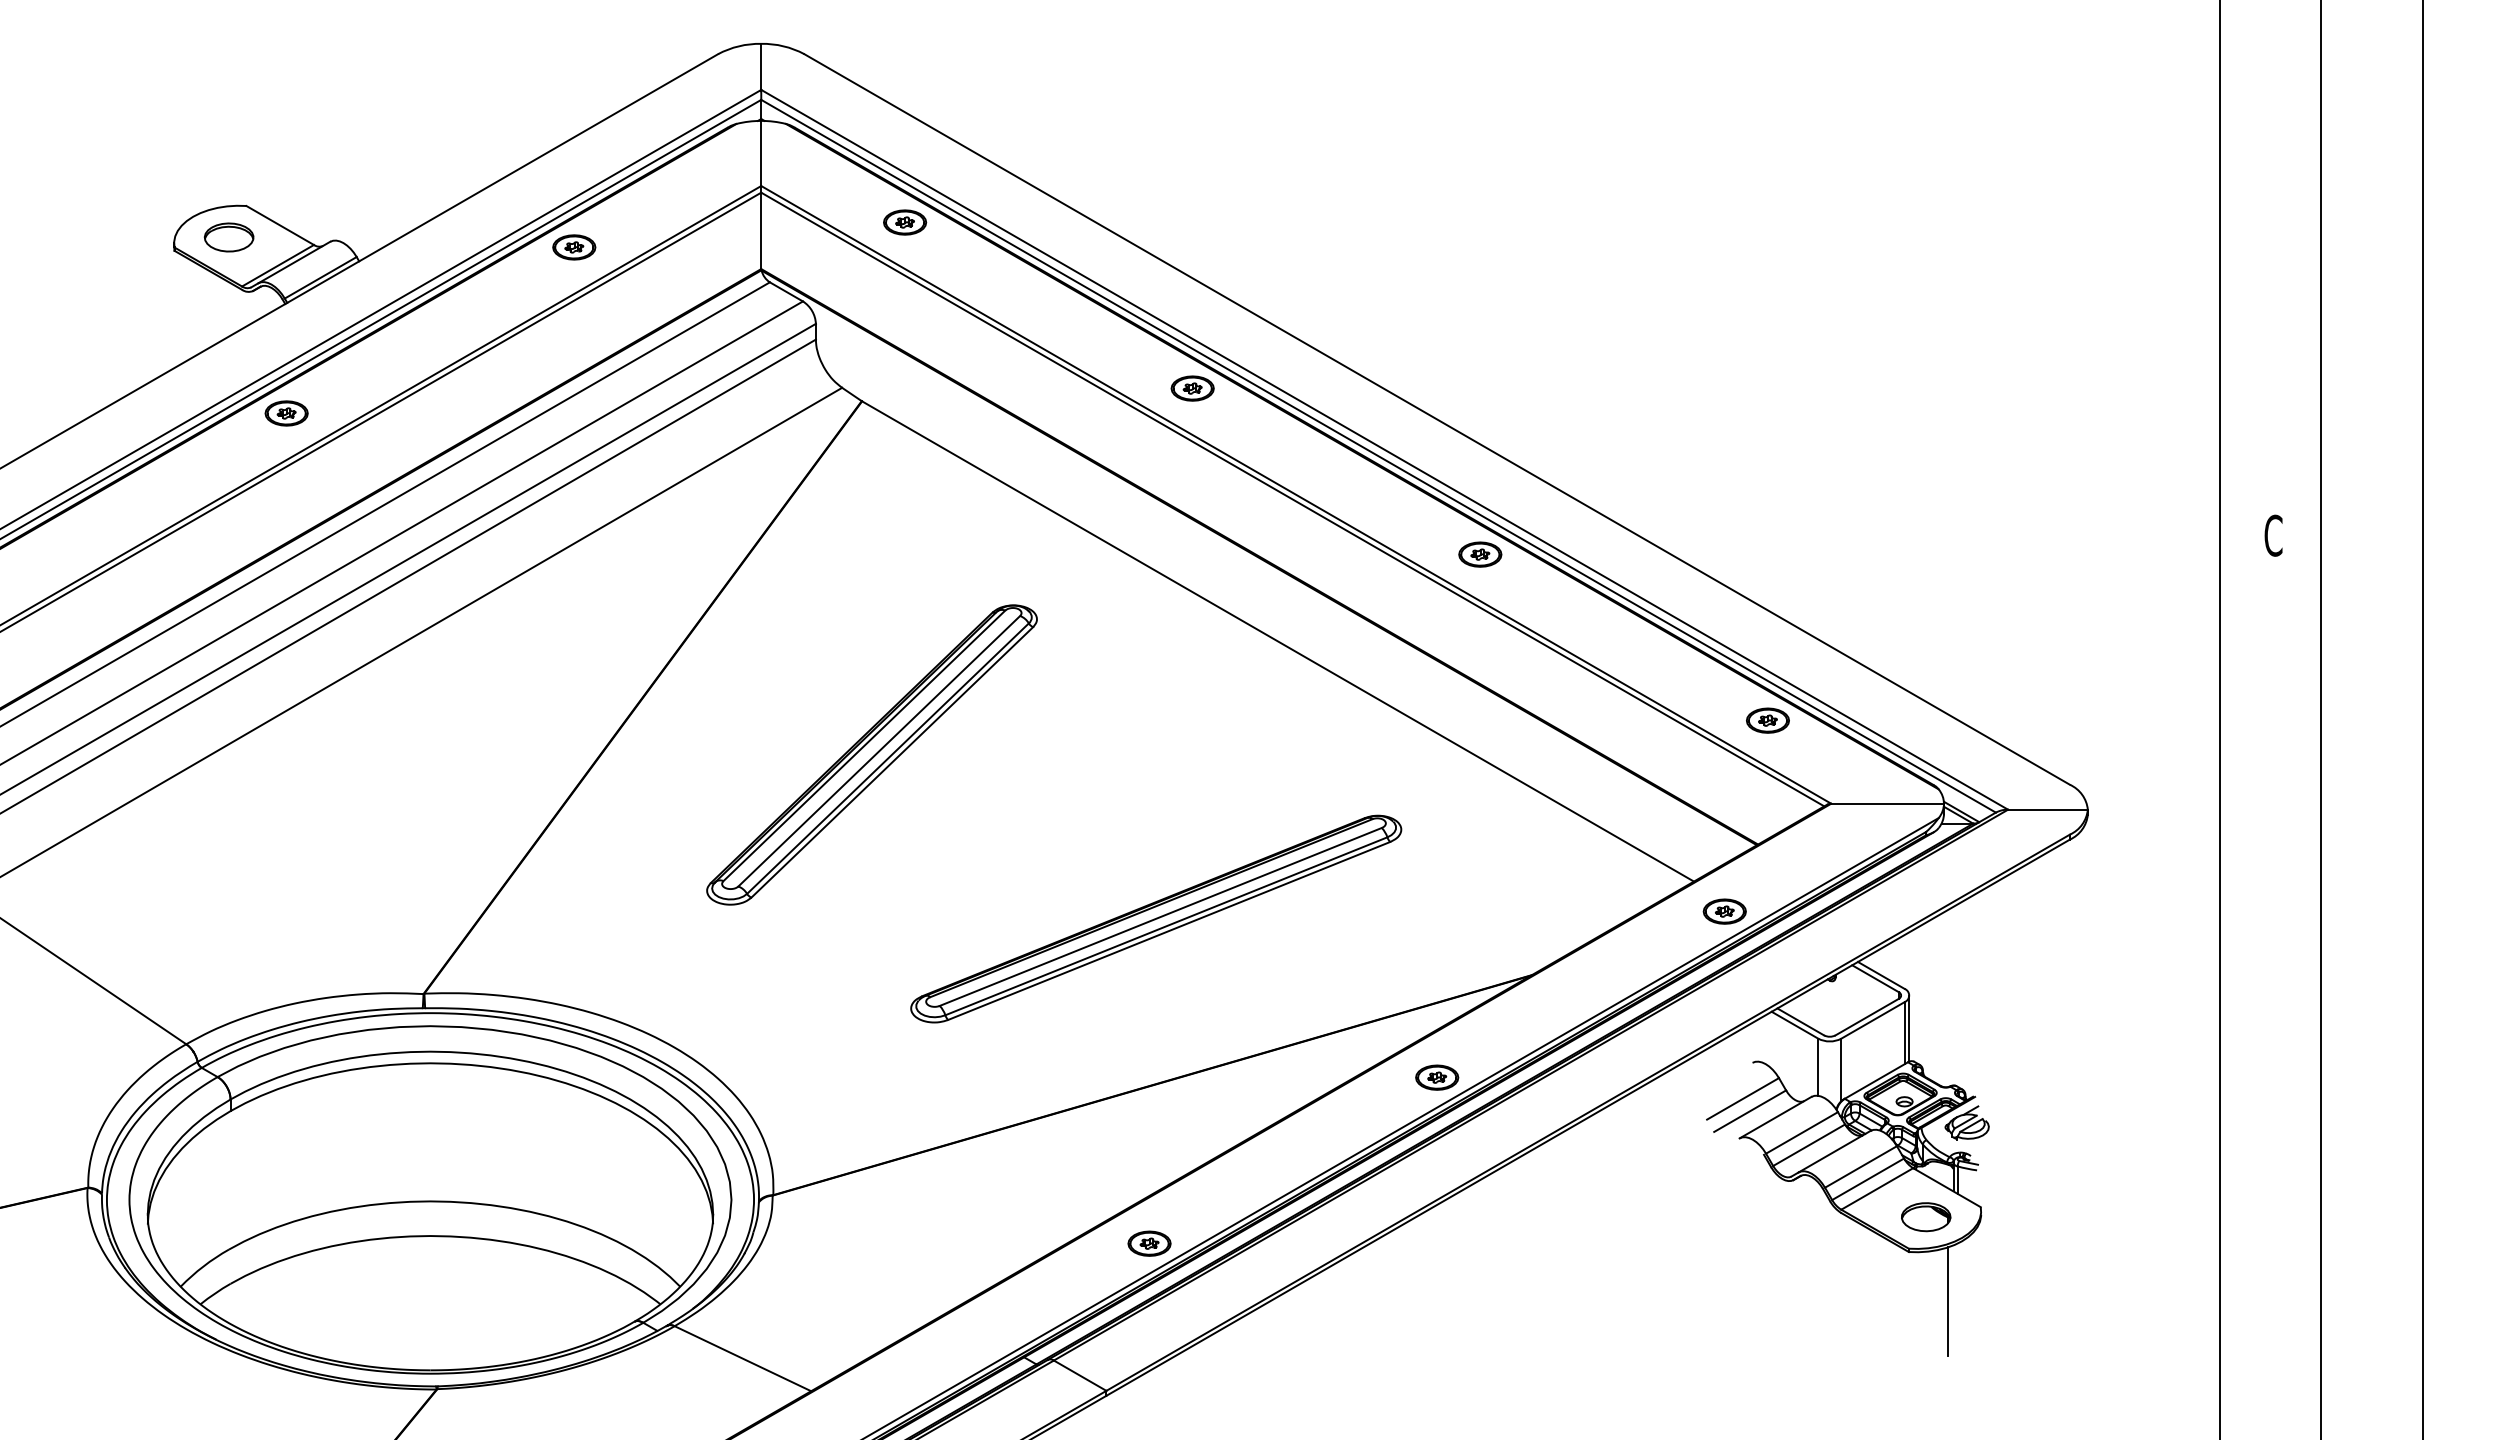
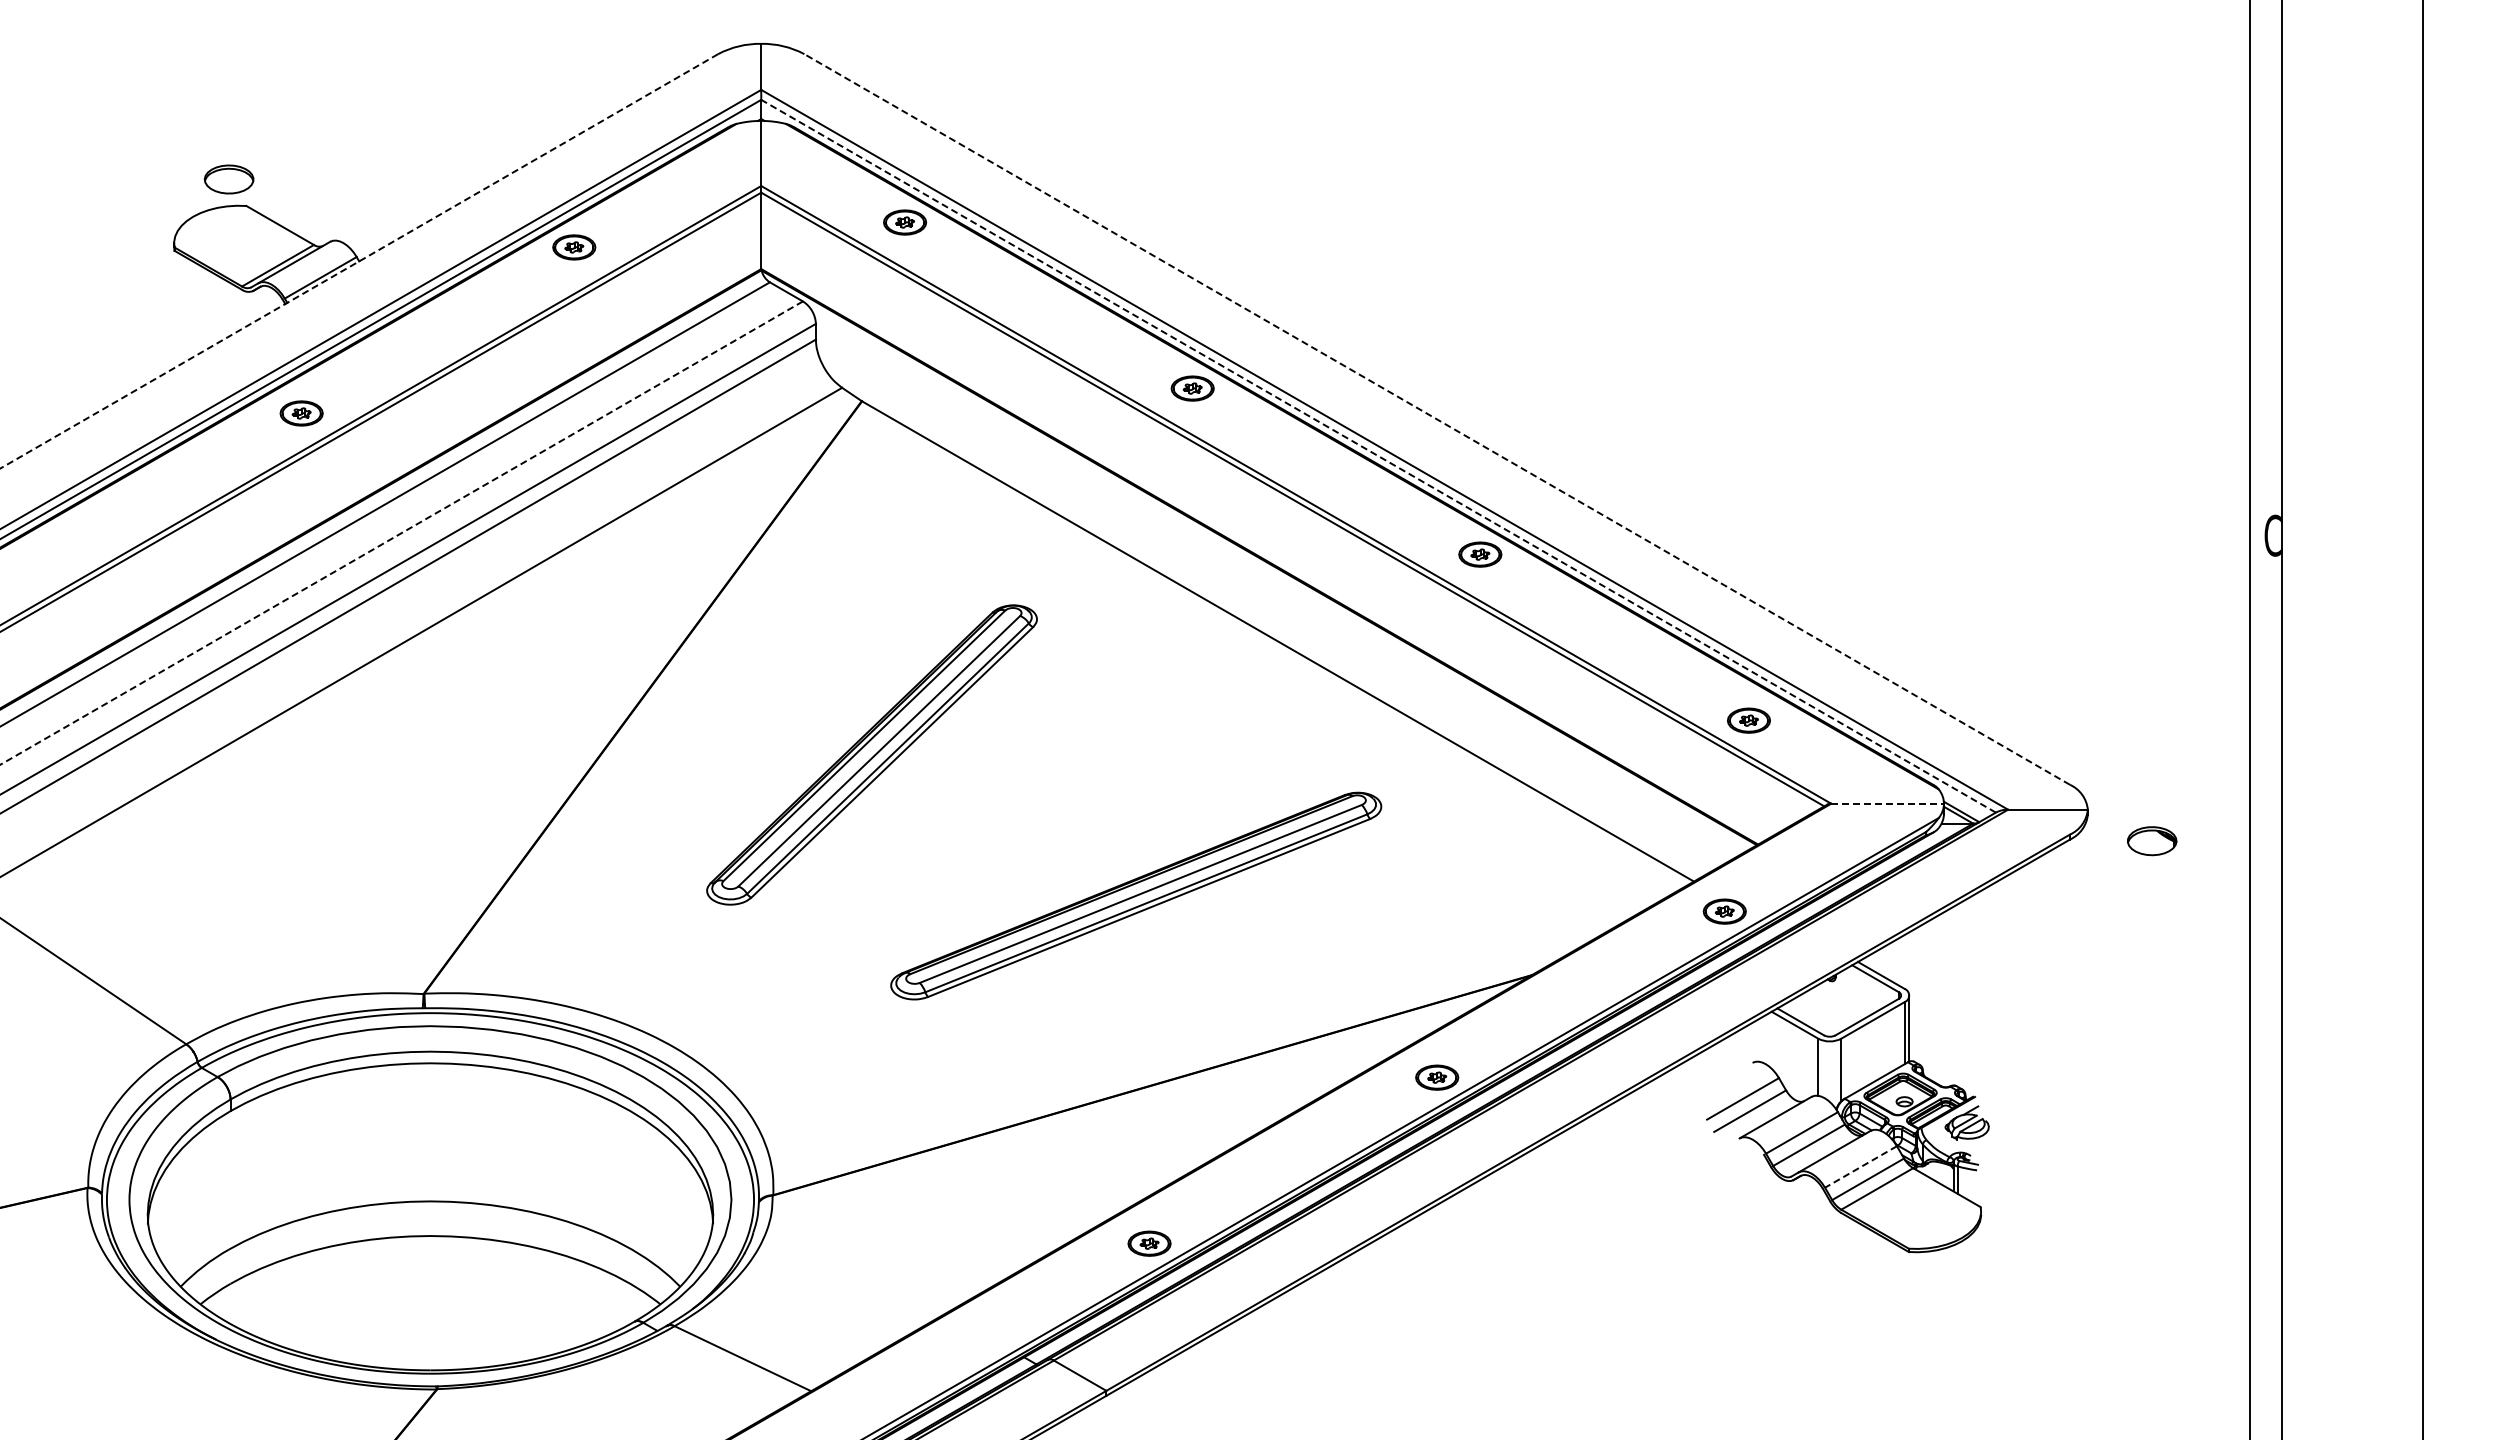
part at (228, 237) position: (228, 237) -> (228, 179)
line at (358, 261): solid -> dashed
part at (286, 413) position: (286, 413) -> (301, 413)
line at (1437, 419): solid -> dashed
line at (1378, 456): solid -> dashed
line at (401, 533): solid -> dashed
line at (2219, 719) position: (2219, 719) -> (2249, 719)
line at (2321, 719) position: (2321, 719) -> (2282, 719)
part at (1767, 720) position: (1767, 720) -> (1748, 720)
line at (1888, 803): solid -> dashed
part at (1156, 918) position: (1156, 918) -> (1136, 895)
line at (1861, 1166): solid -> dashed
part at (1926, 1217) position: (1926, 1217) -> (2152, 841)
line at (1948, 1301): present -> none
